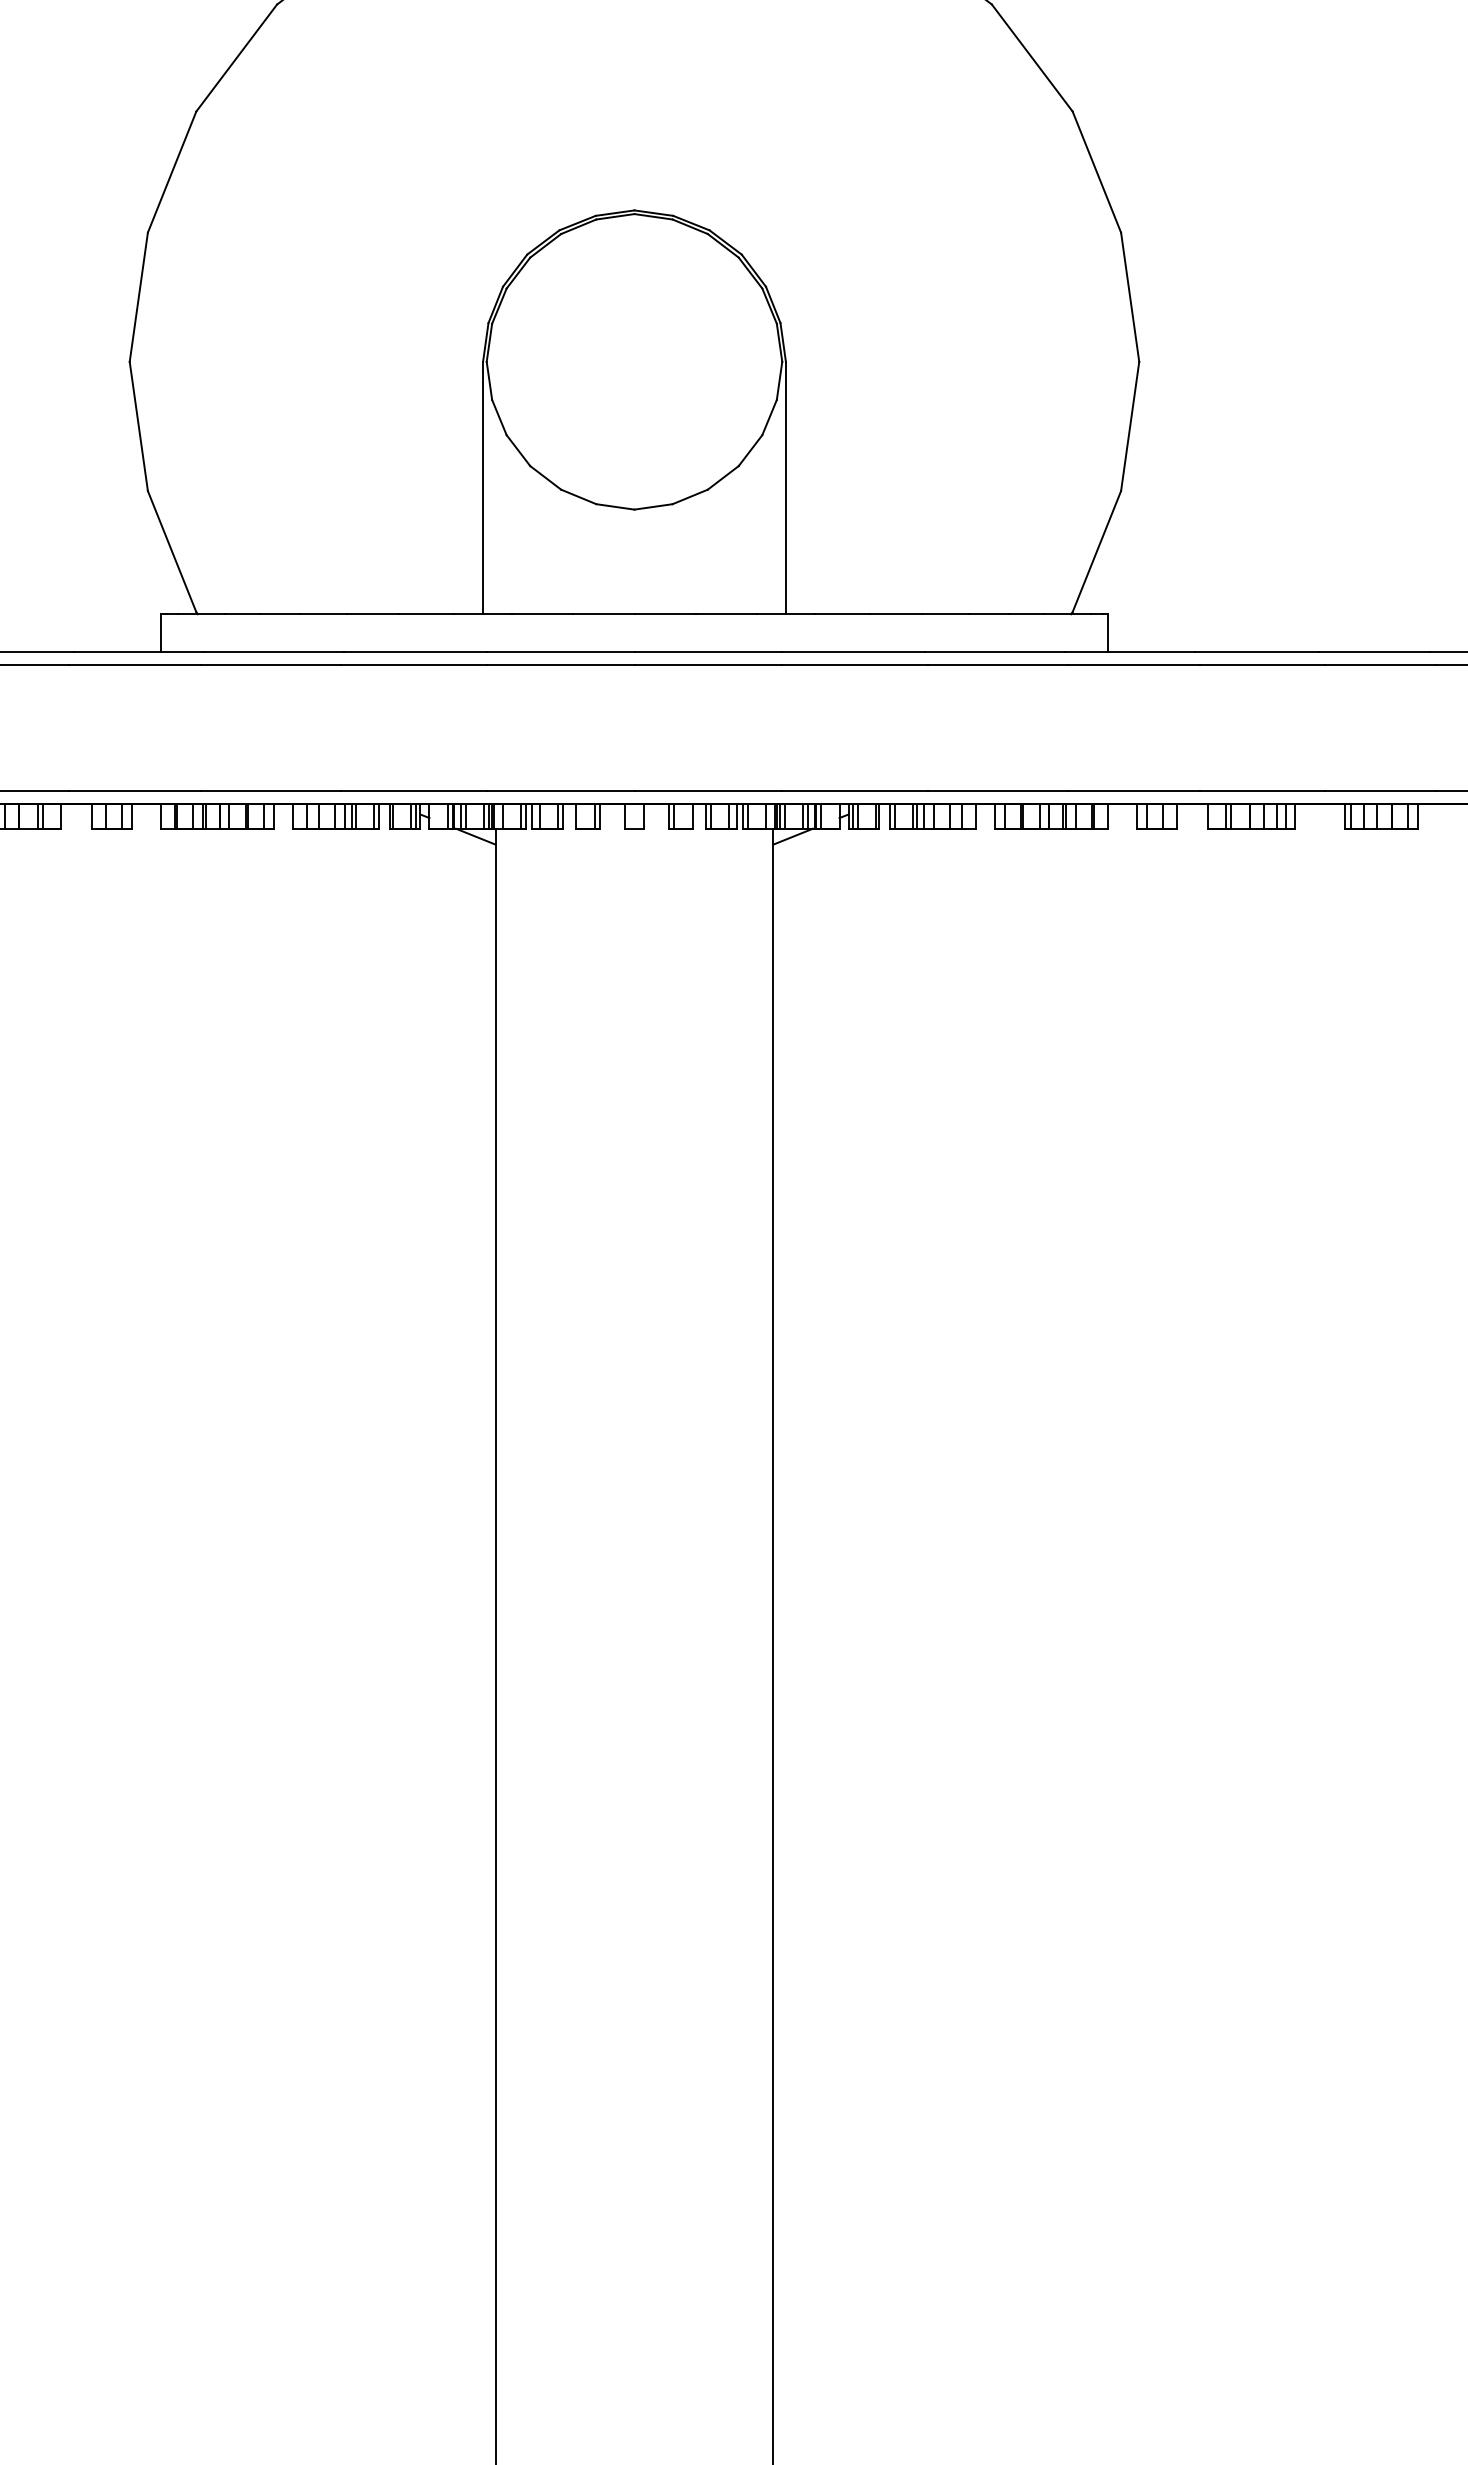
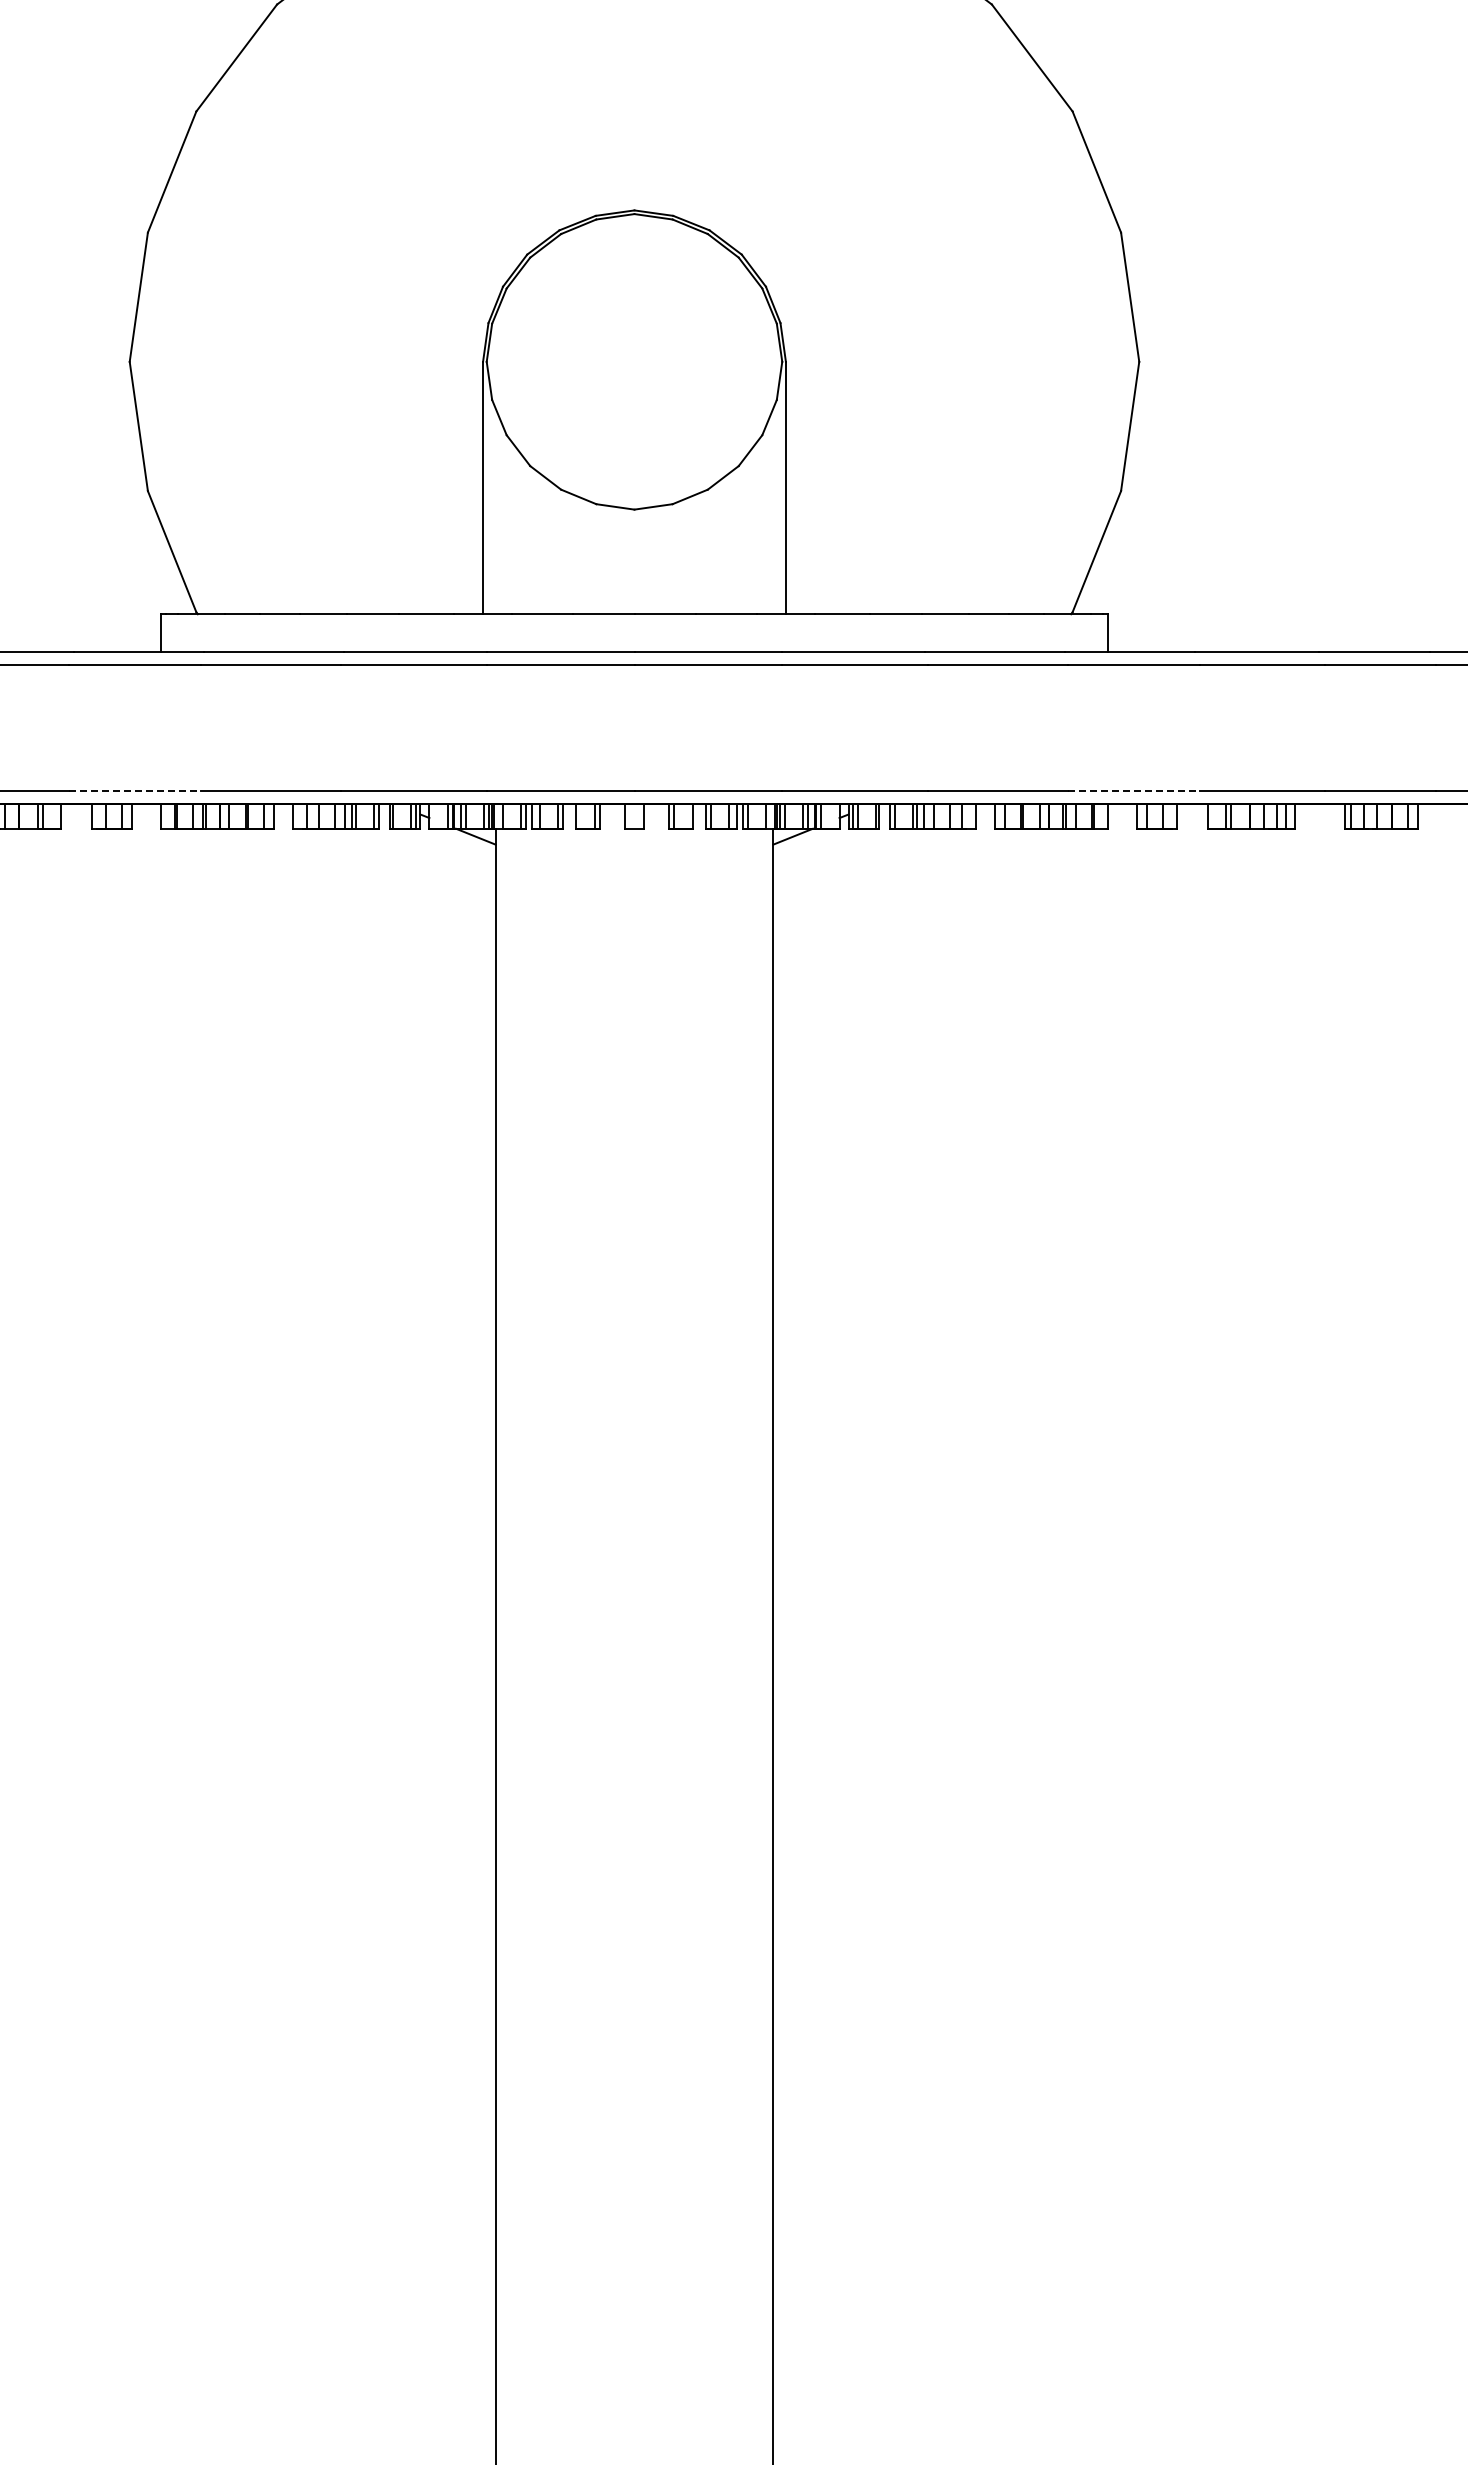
line at (135, 790): solid -> dashed
line at (1133, 790): solid -> dashed
